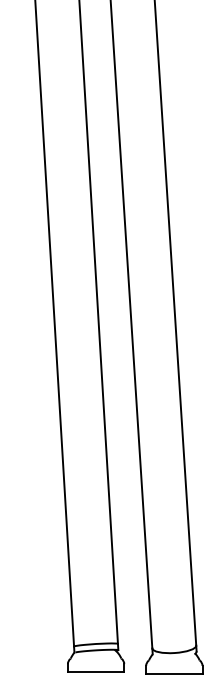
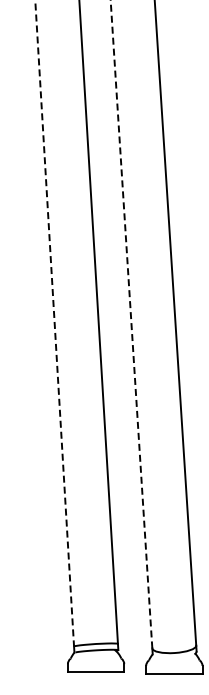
line at (54, 323): solid -> dashed
line at (131, 324): solid -> dashed
